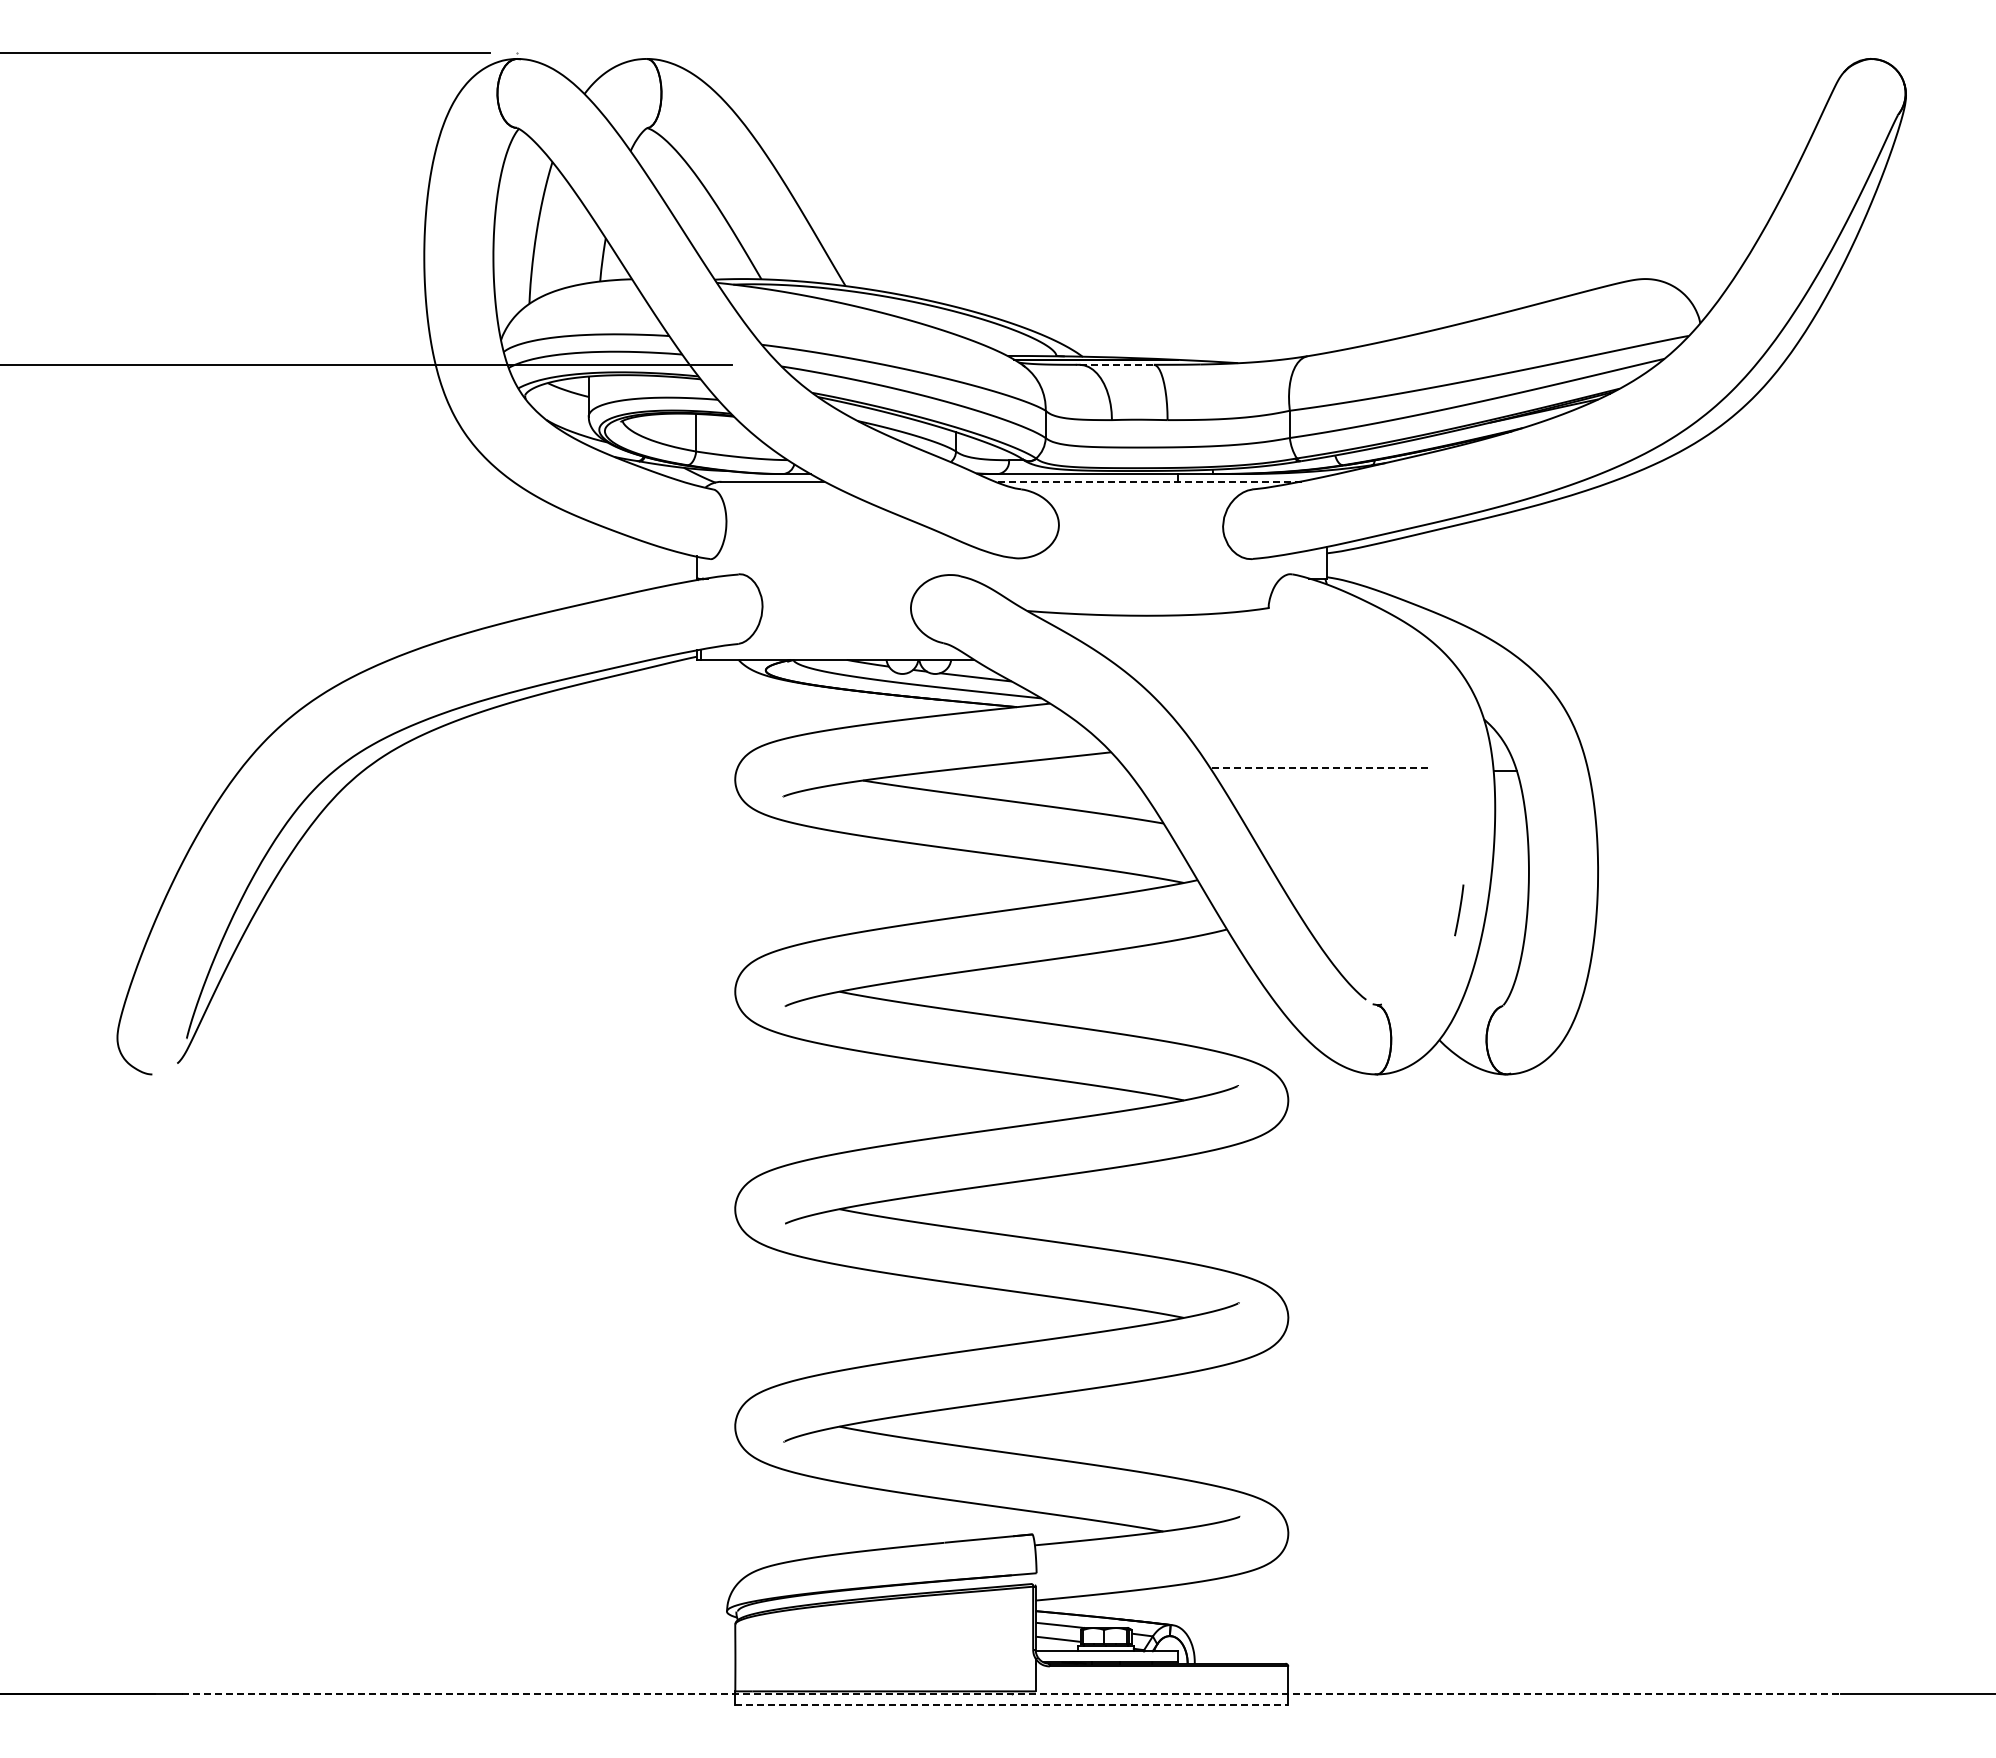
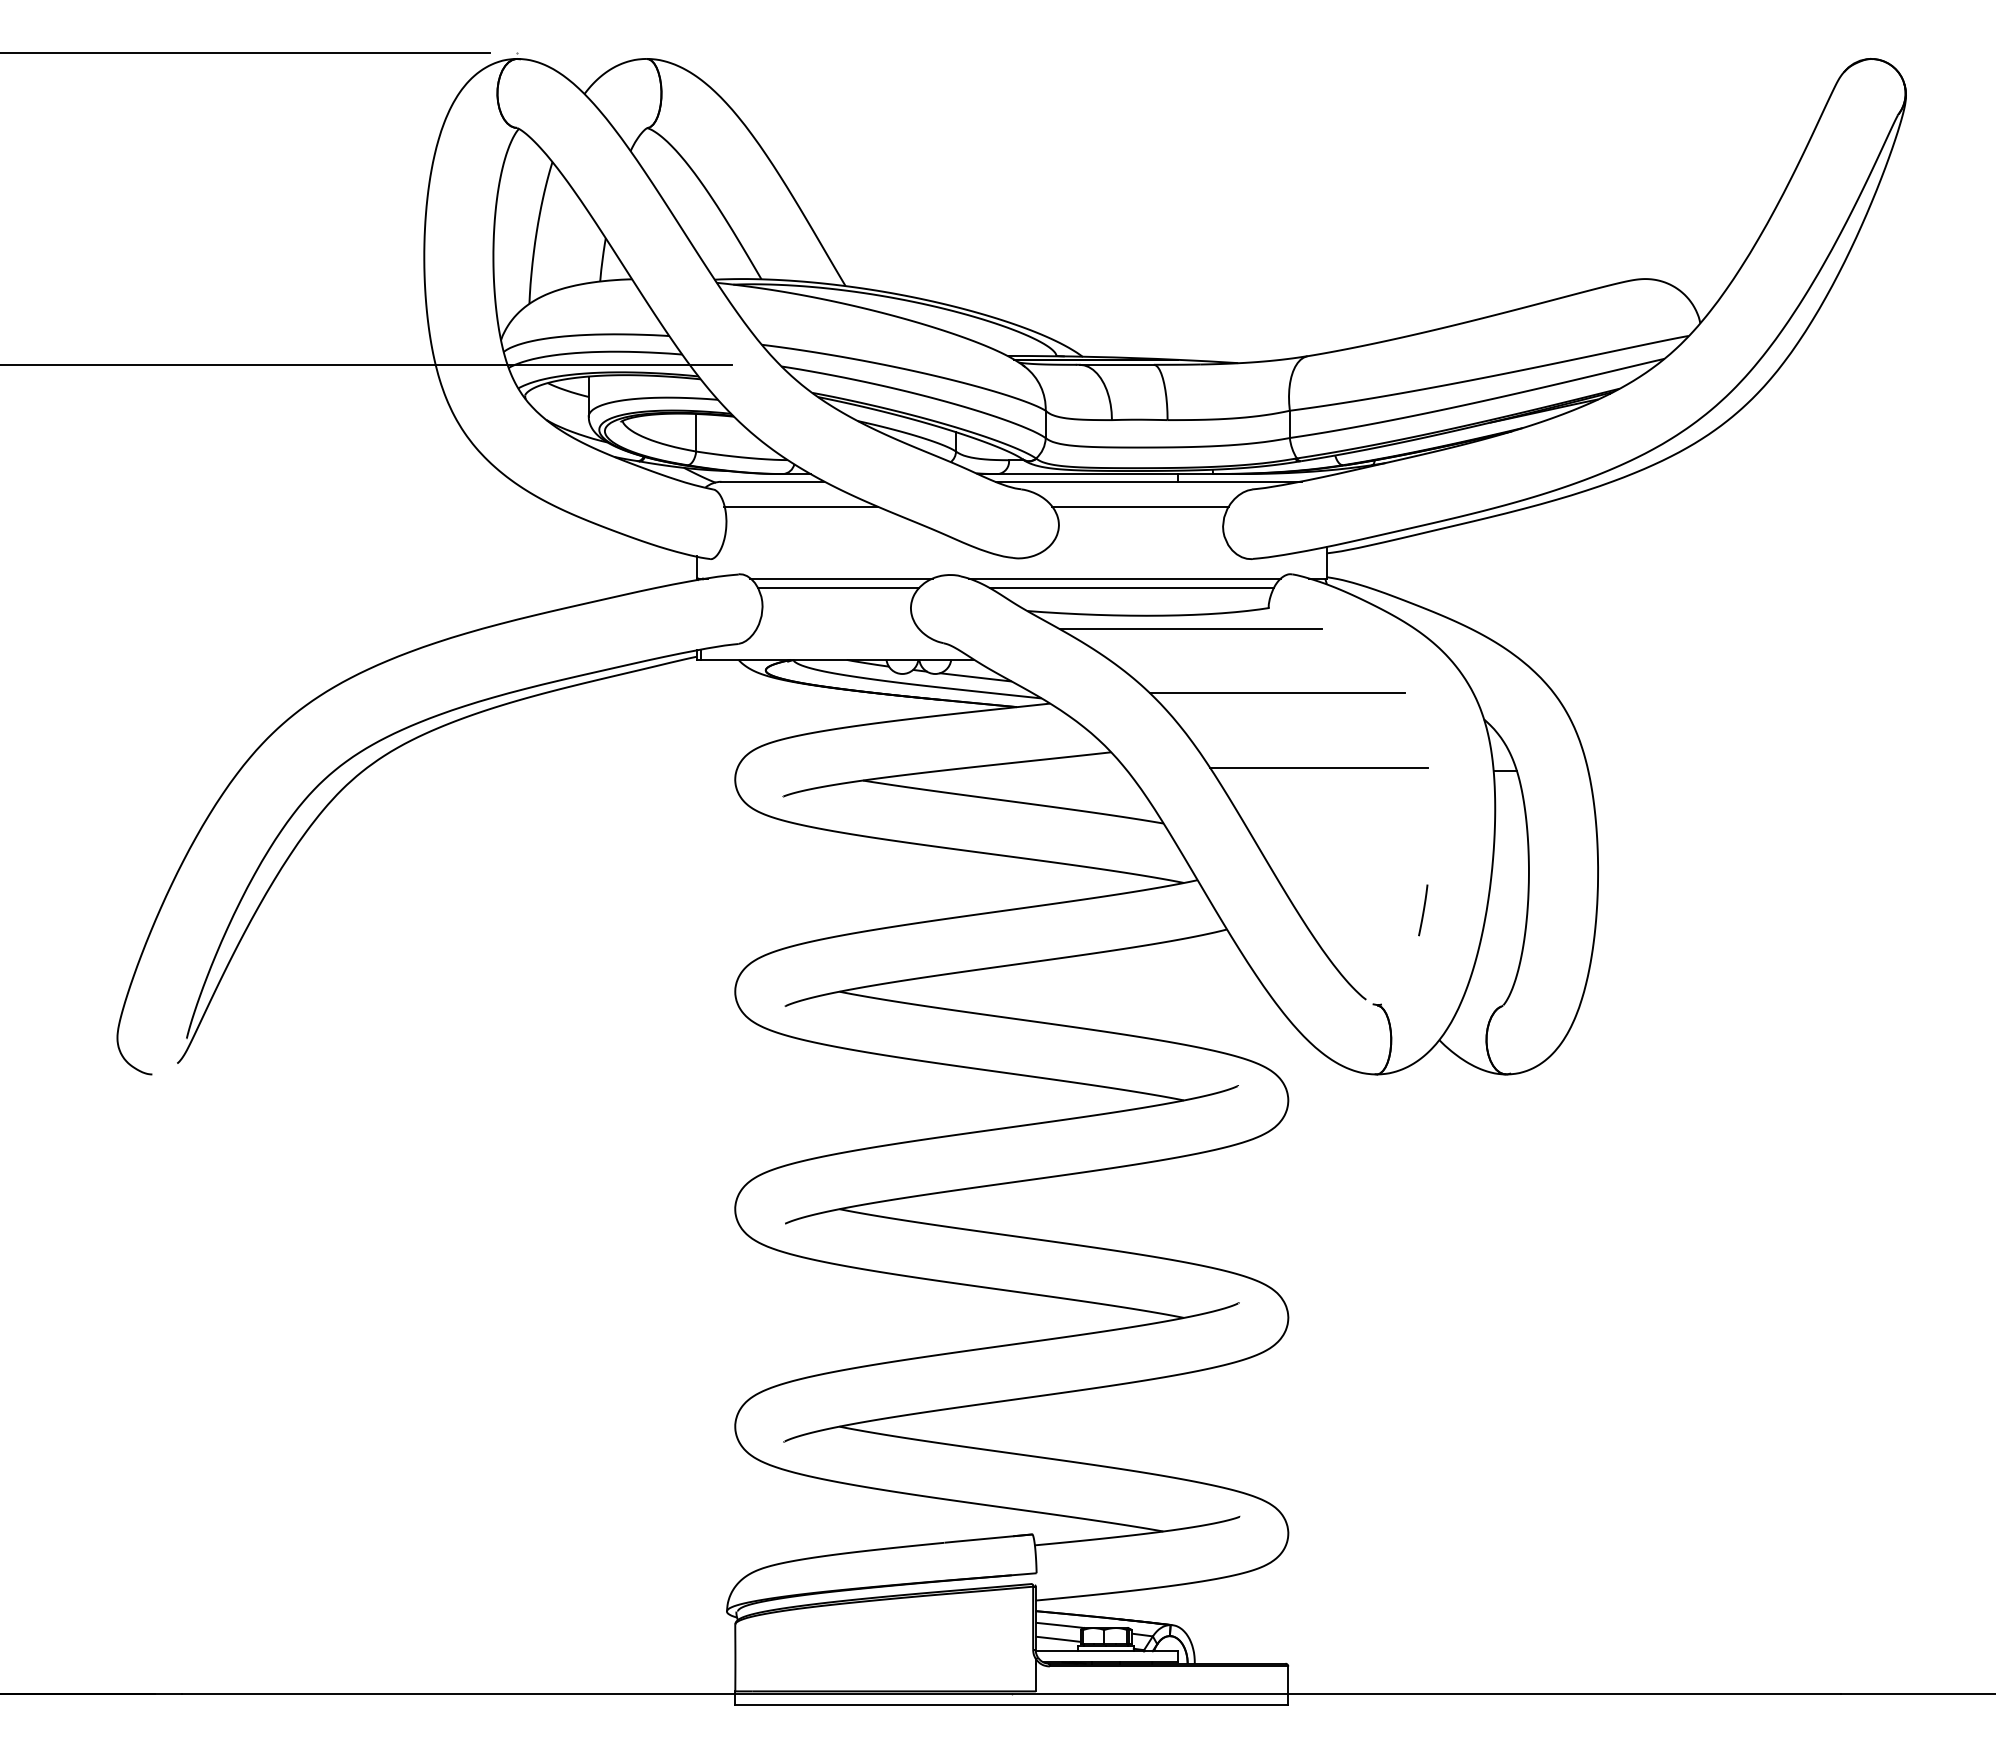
line at (1117, 364): dashed -> solid
line at (1148, 481): dashed -> solid
line at (800, 506): none -> present
line at (1140, 506): none -> present
line at (841, 578): none -> present
line at (1124, 578): none -> present
line at (838, 587): none -> present
line at (1131, 587): none -> present
line at (1191, 629): none -> present
line at (1276, 693): none -> present
line at (1318, 767): dashed -> solid
line at (1459, 910) position: (1459, 910) -> (1423, 910)
line at (1011, 1693): dashed -> solid
line at (1011, 1705): dashed -> solid
